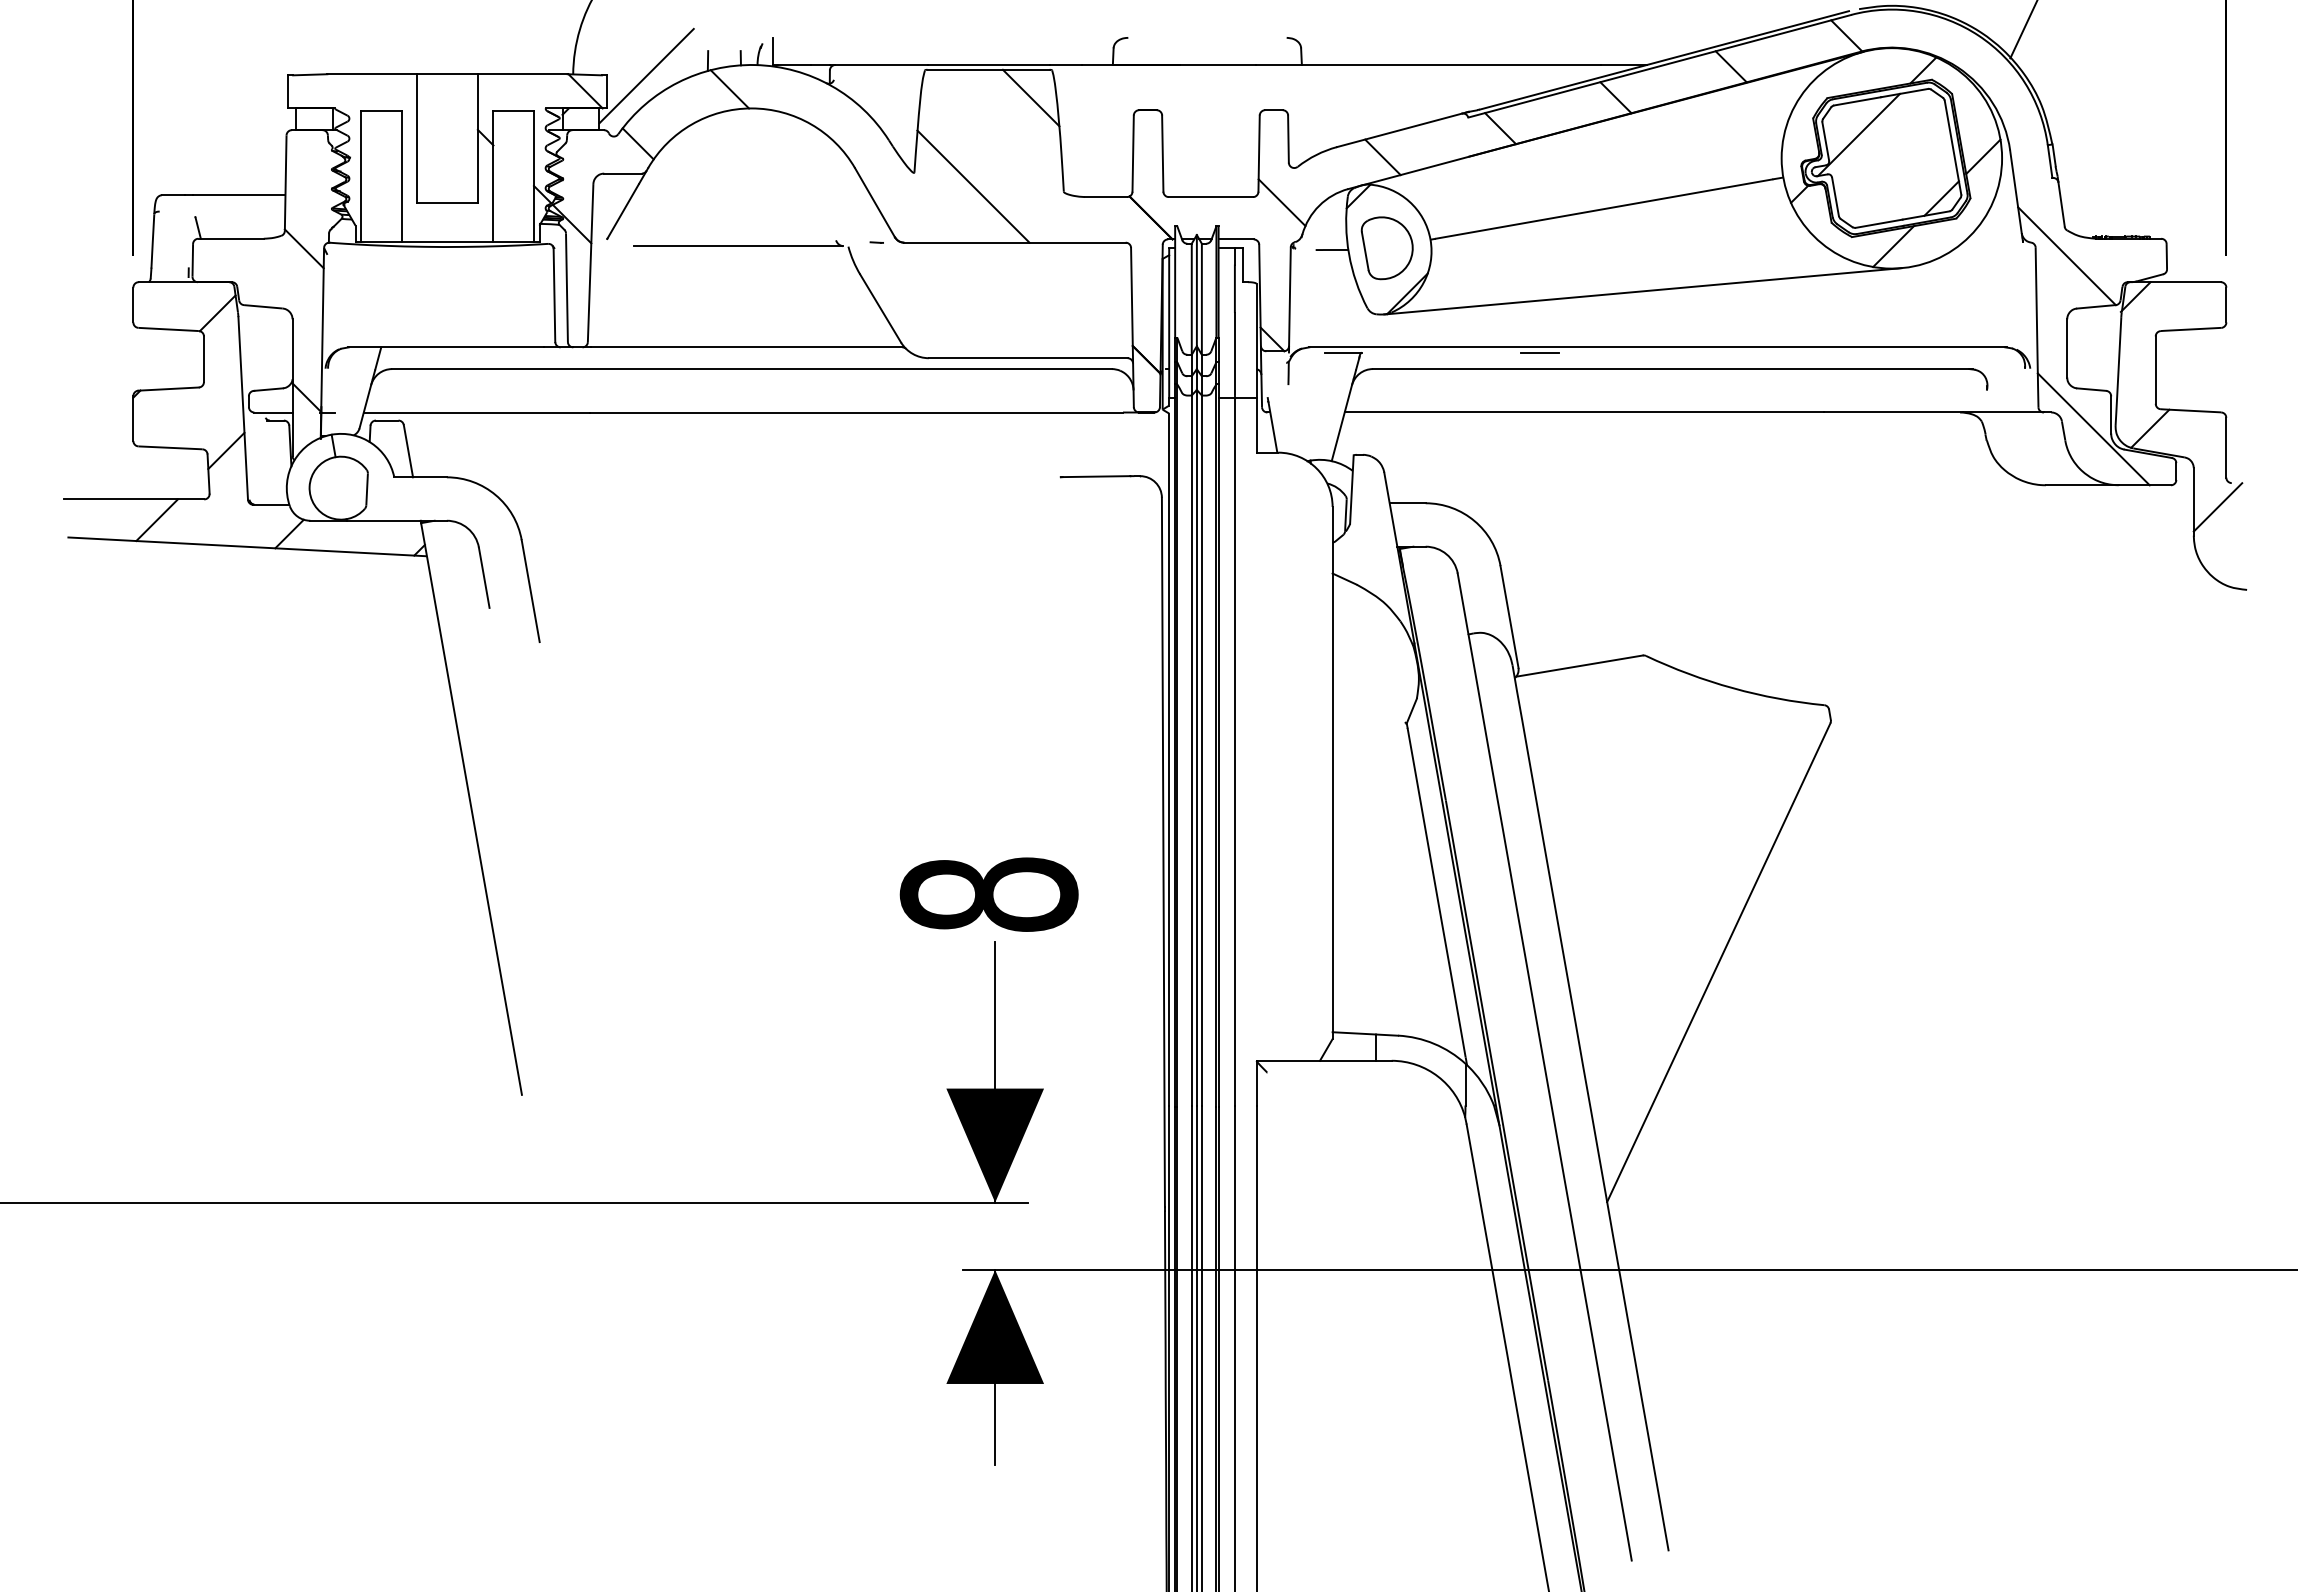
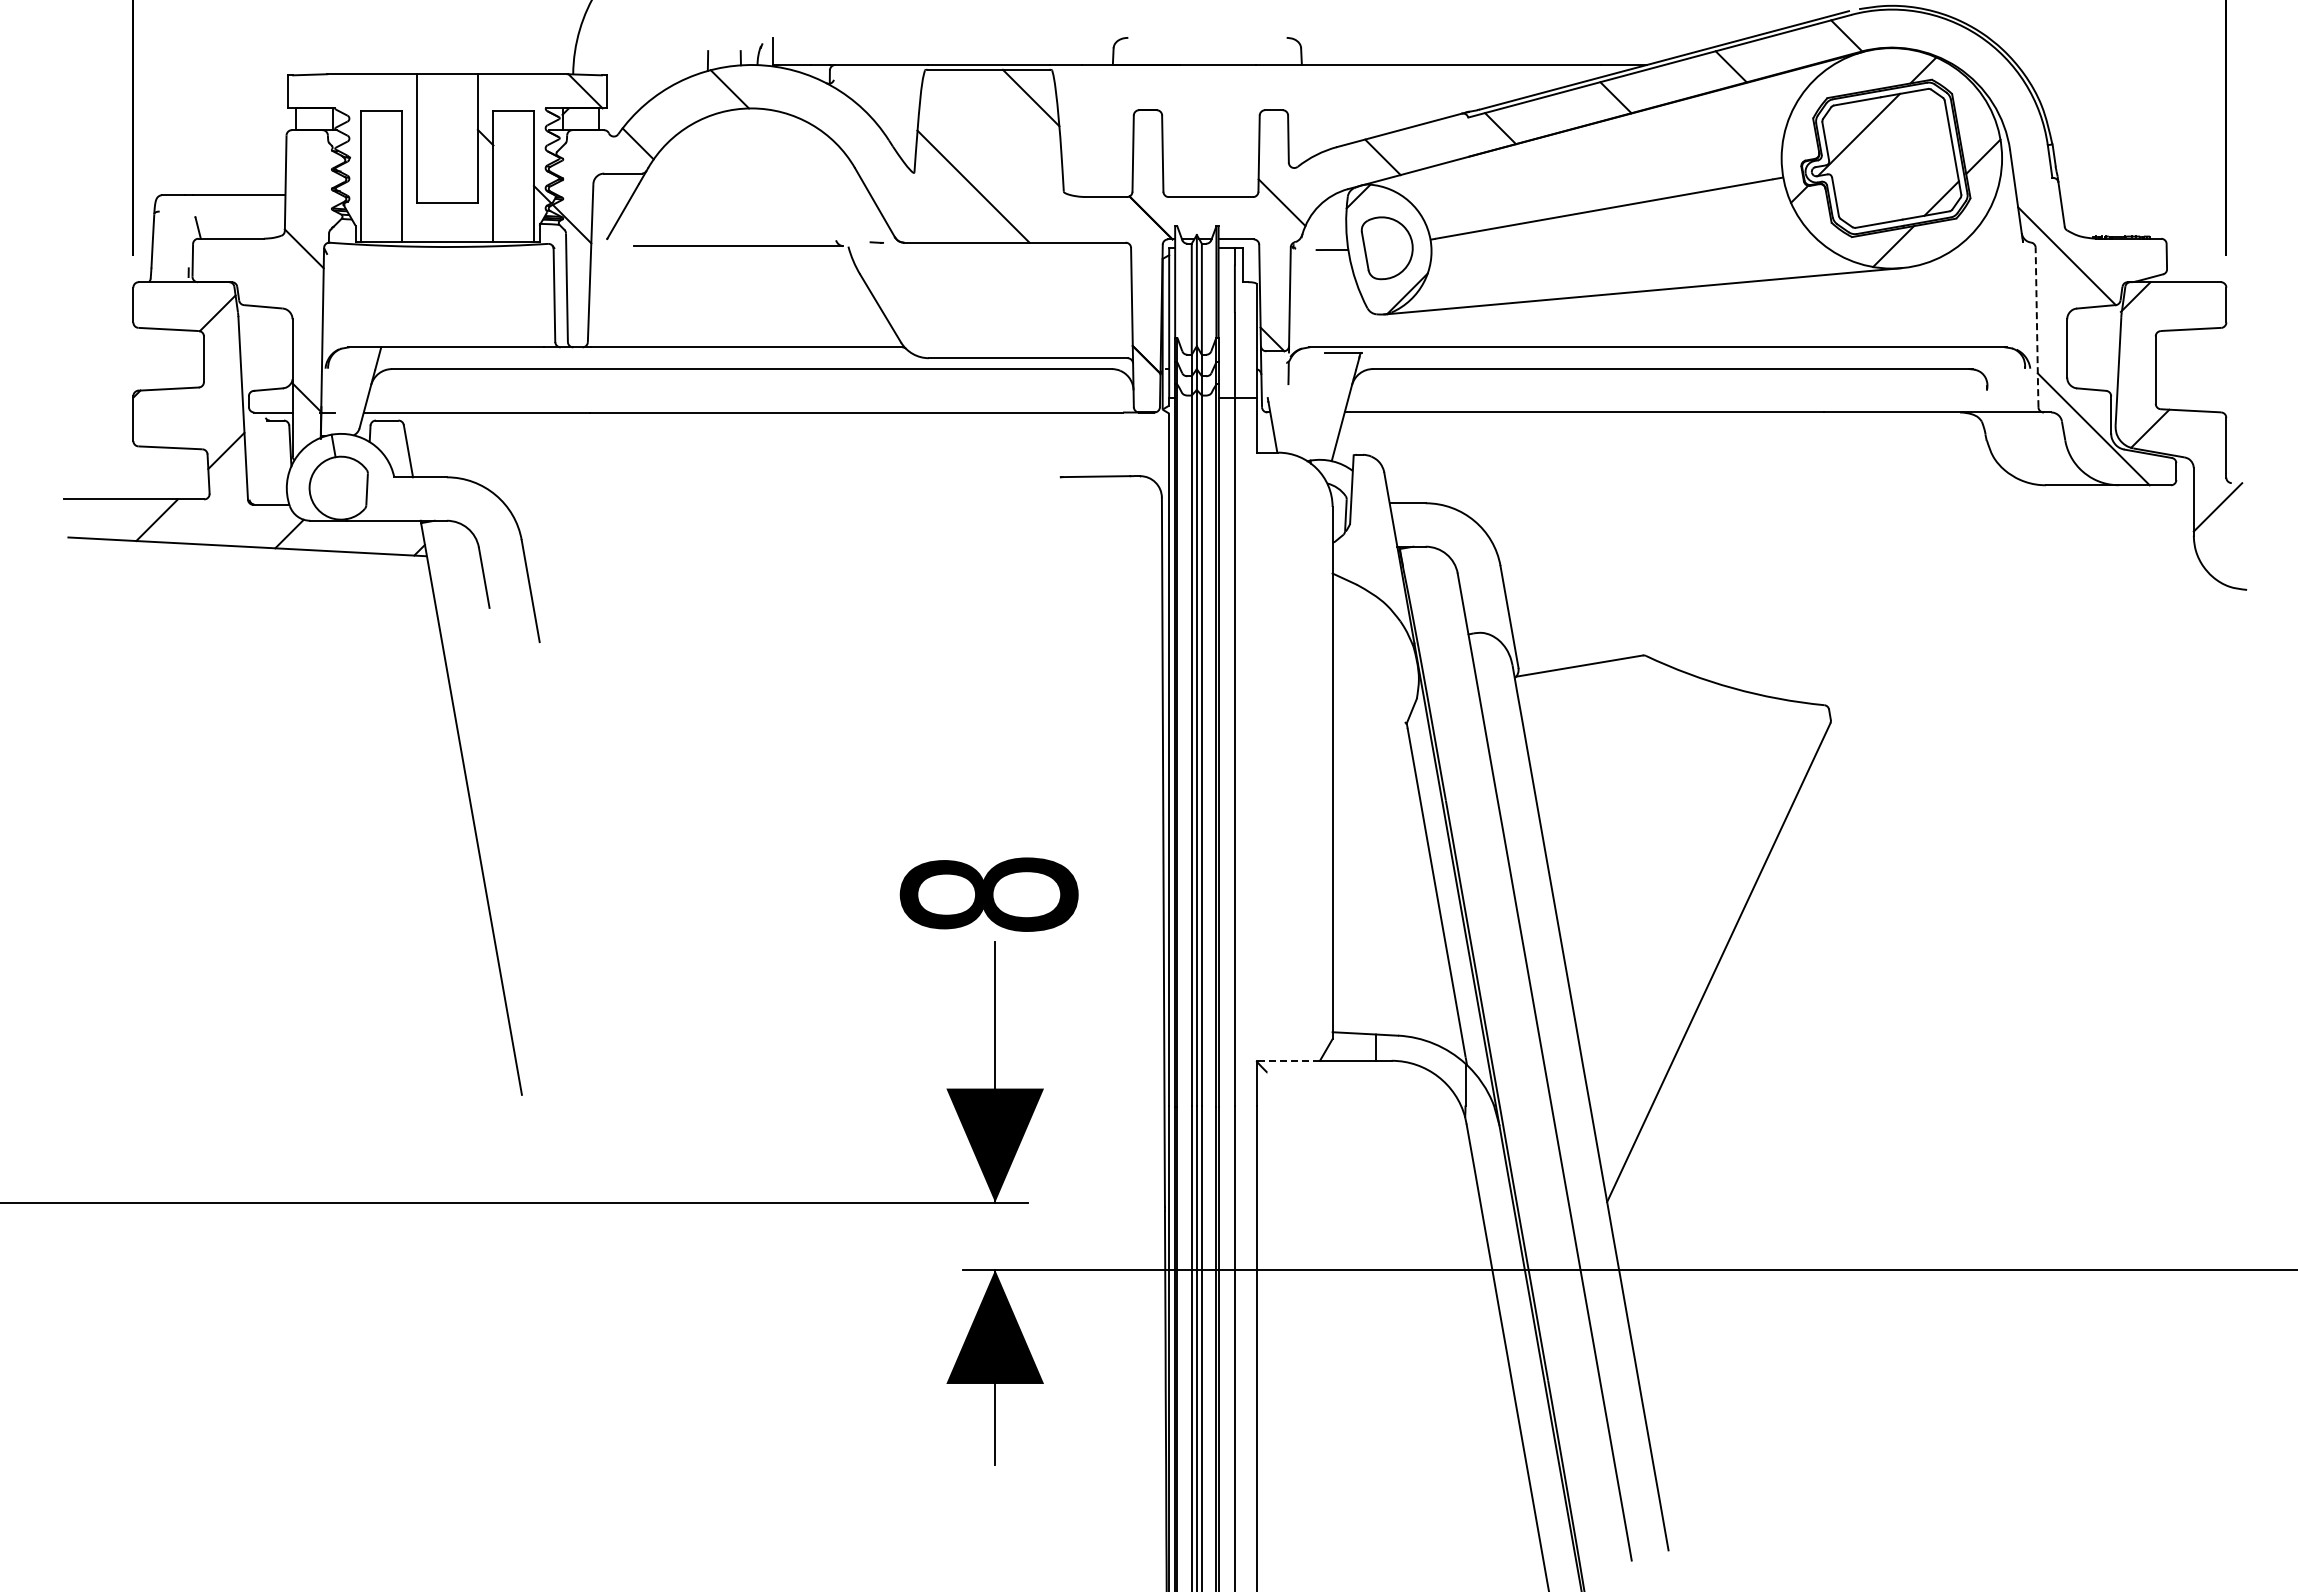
line at (2023, 30): present -> none
line at (646, 75): present -> none
line at (2037, 327): solid -> dashed
line at (1539, 352): present -> none
line at (1288, 1060): solid -> dashed
